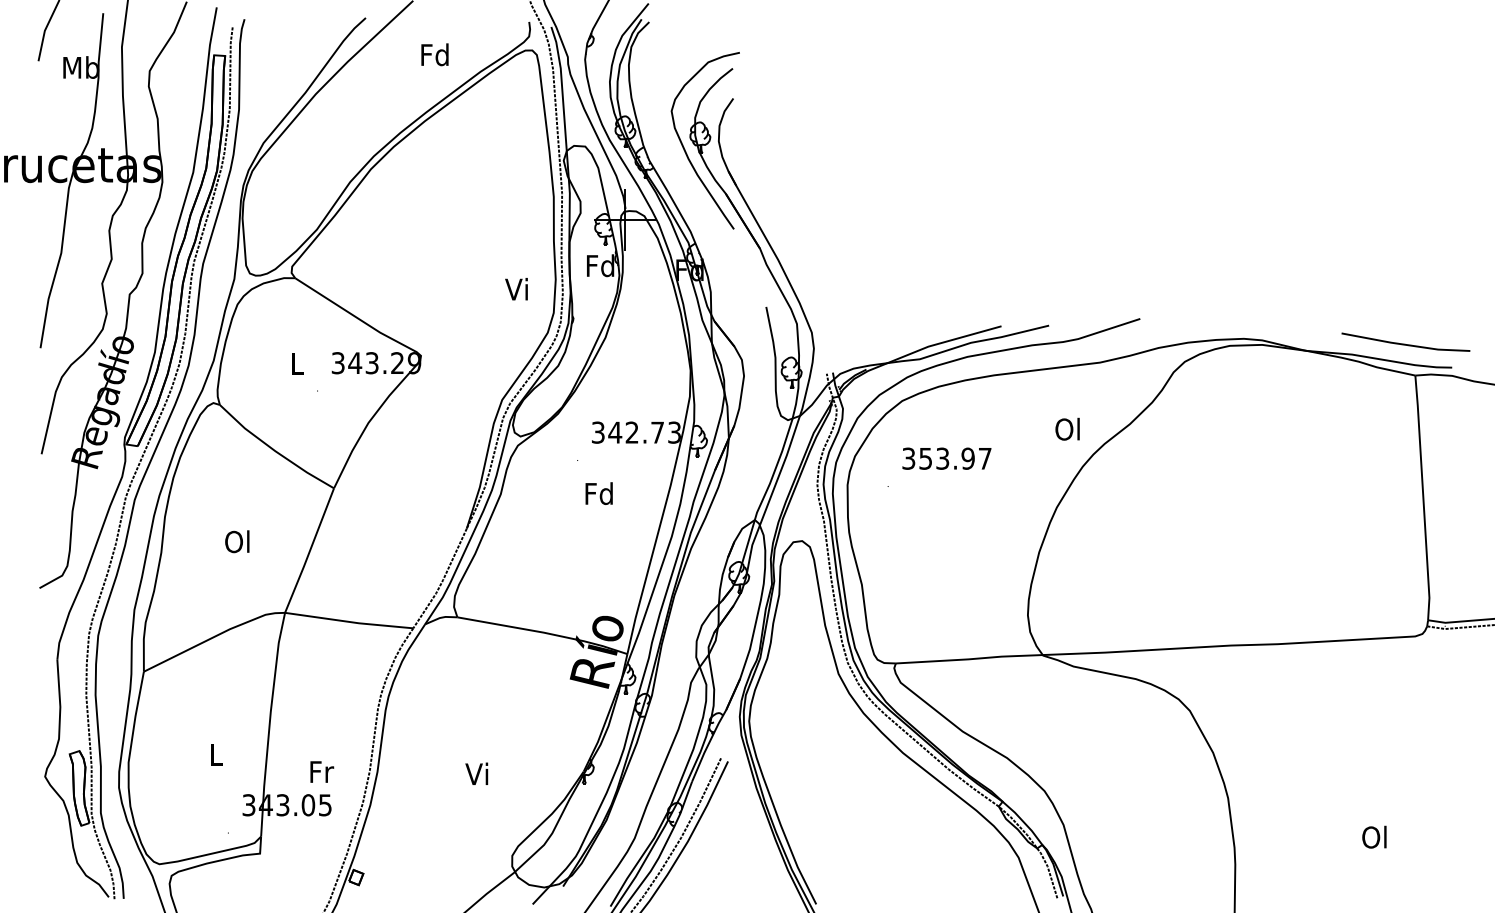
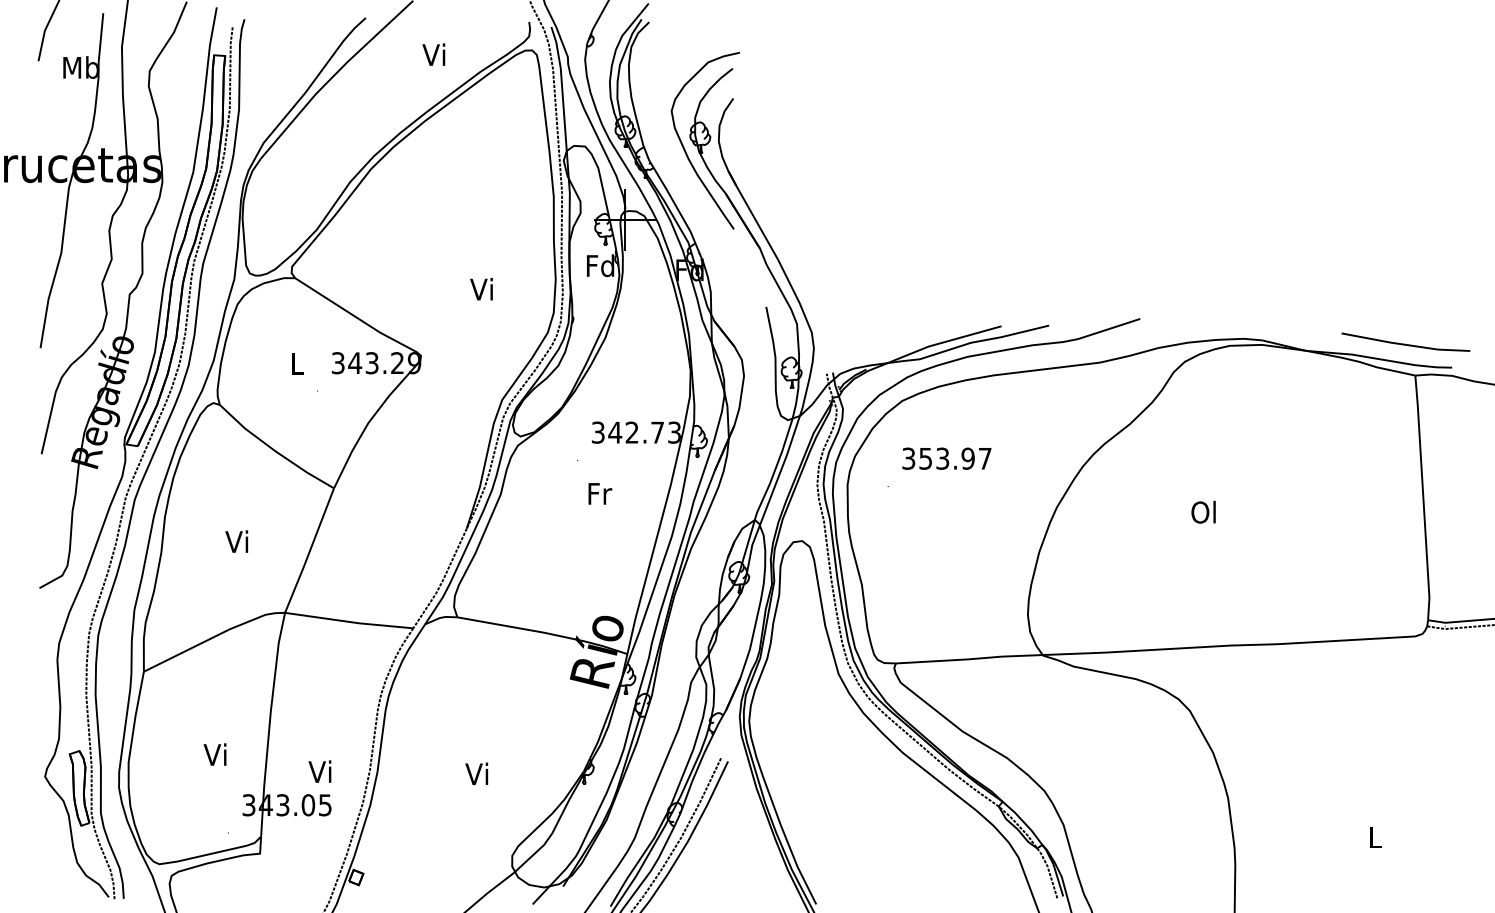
text at (434, 54): Fd -> Vi
text at (516, 289) position: (516, 289) -> (481, 289)
text at (1067, 428) position: (1067, 428) -> (1203, 511)
text at (598, 493): Fd -> Fr
text at (237, 541): Ol -> Vi
text at (214, 754): L -> Vi
text at (321, 771): Fr -> Vi
text at (1374, 836): Ol -> L
